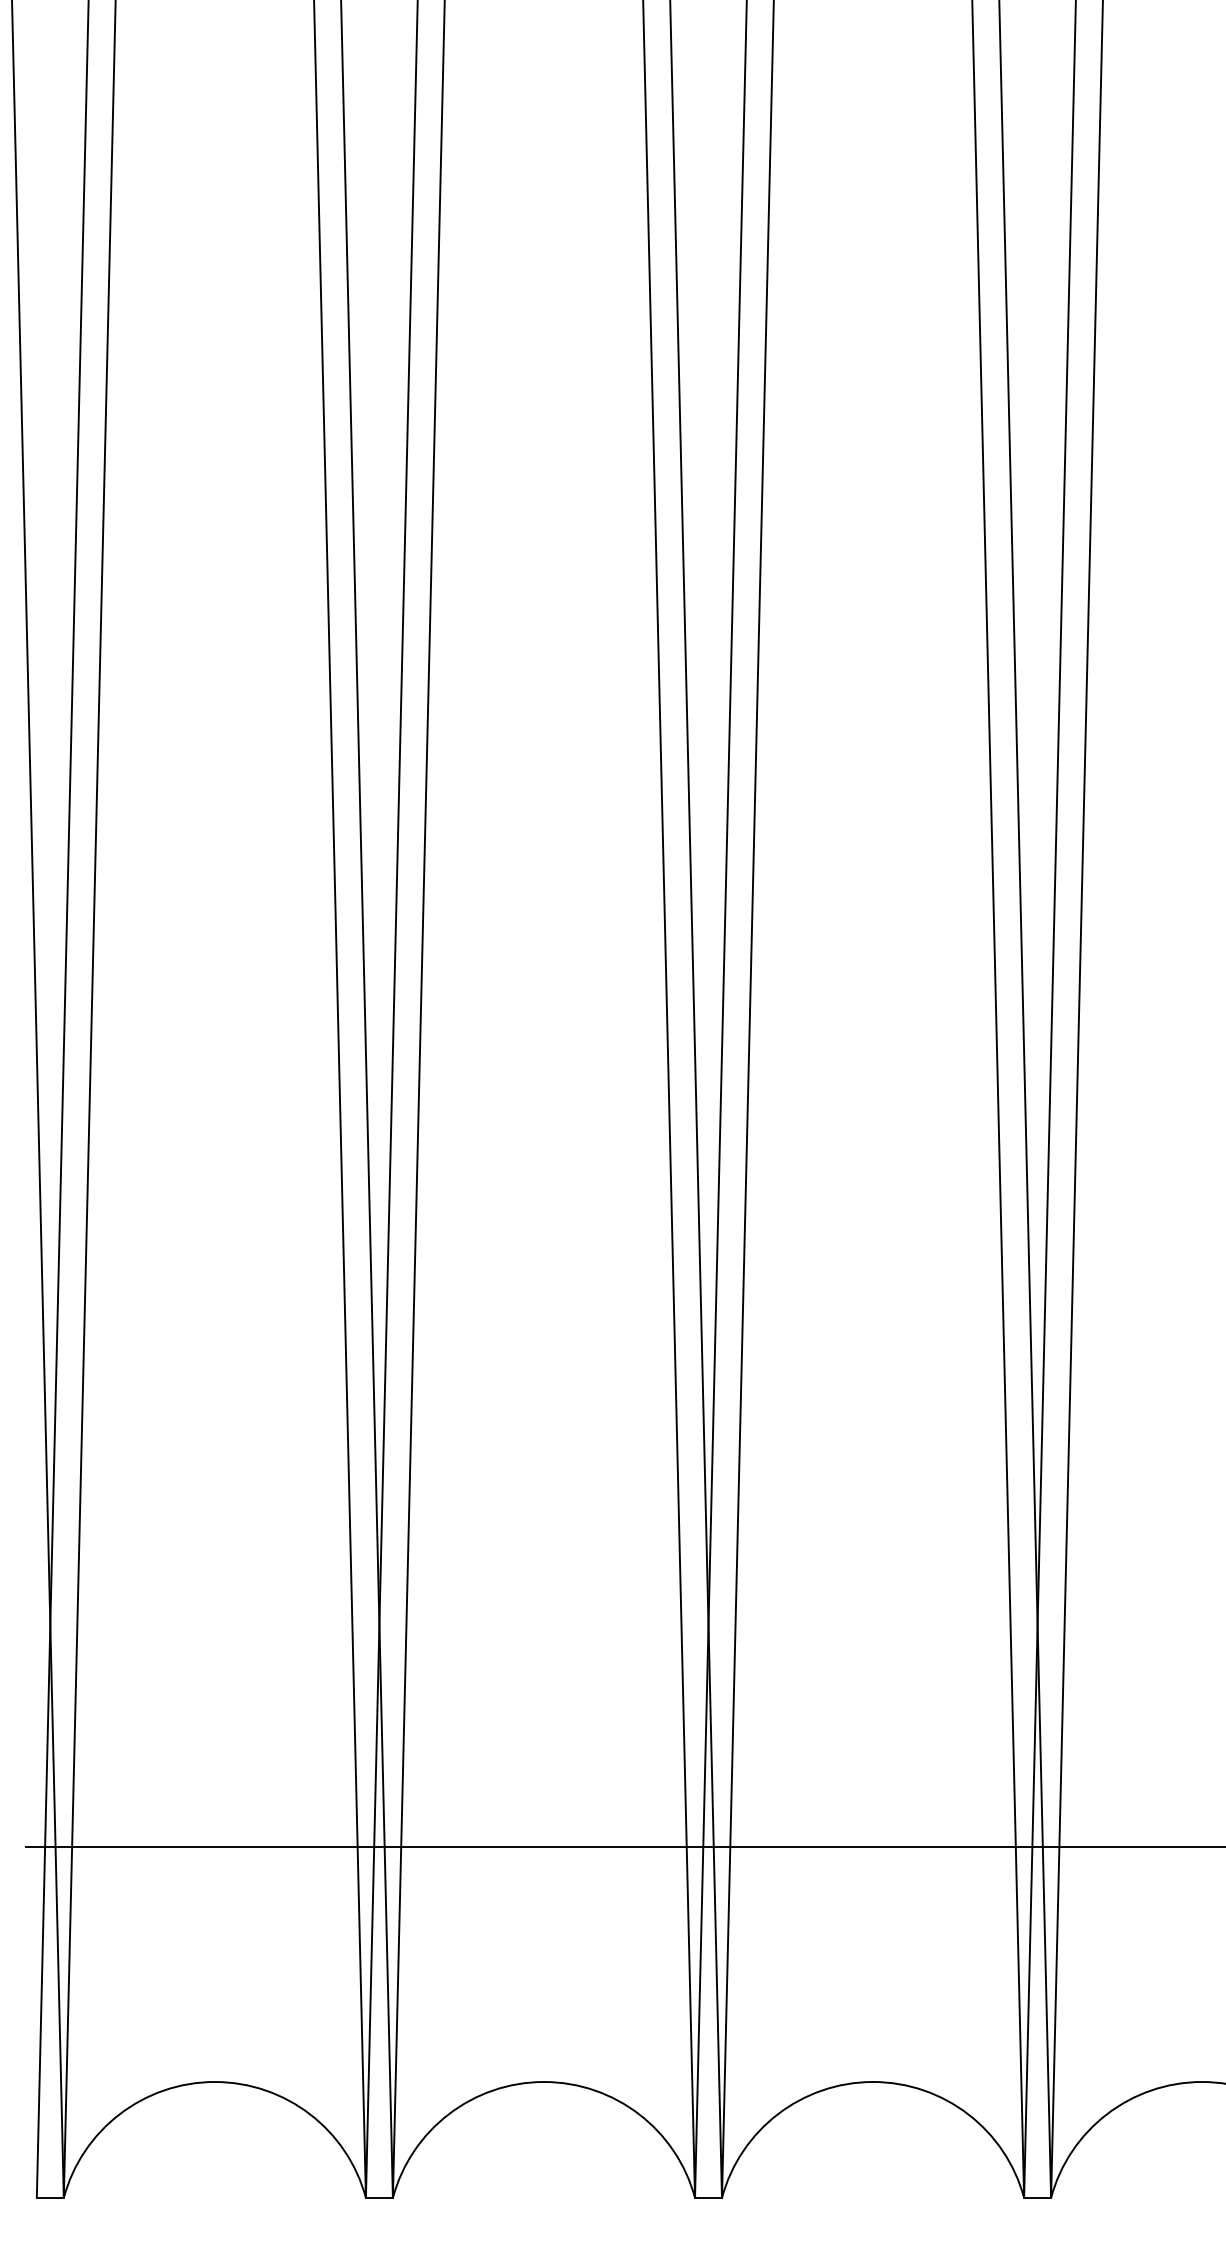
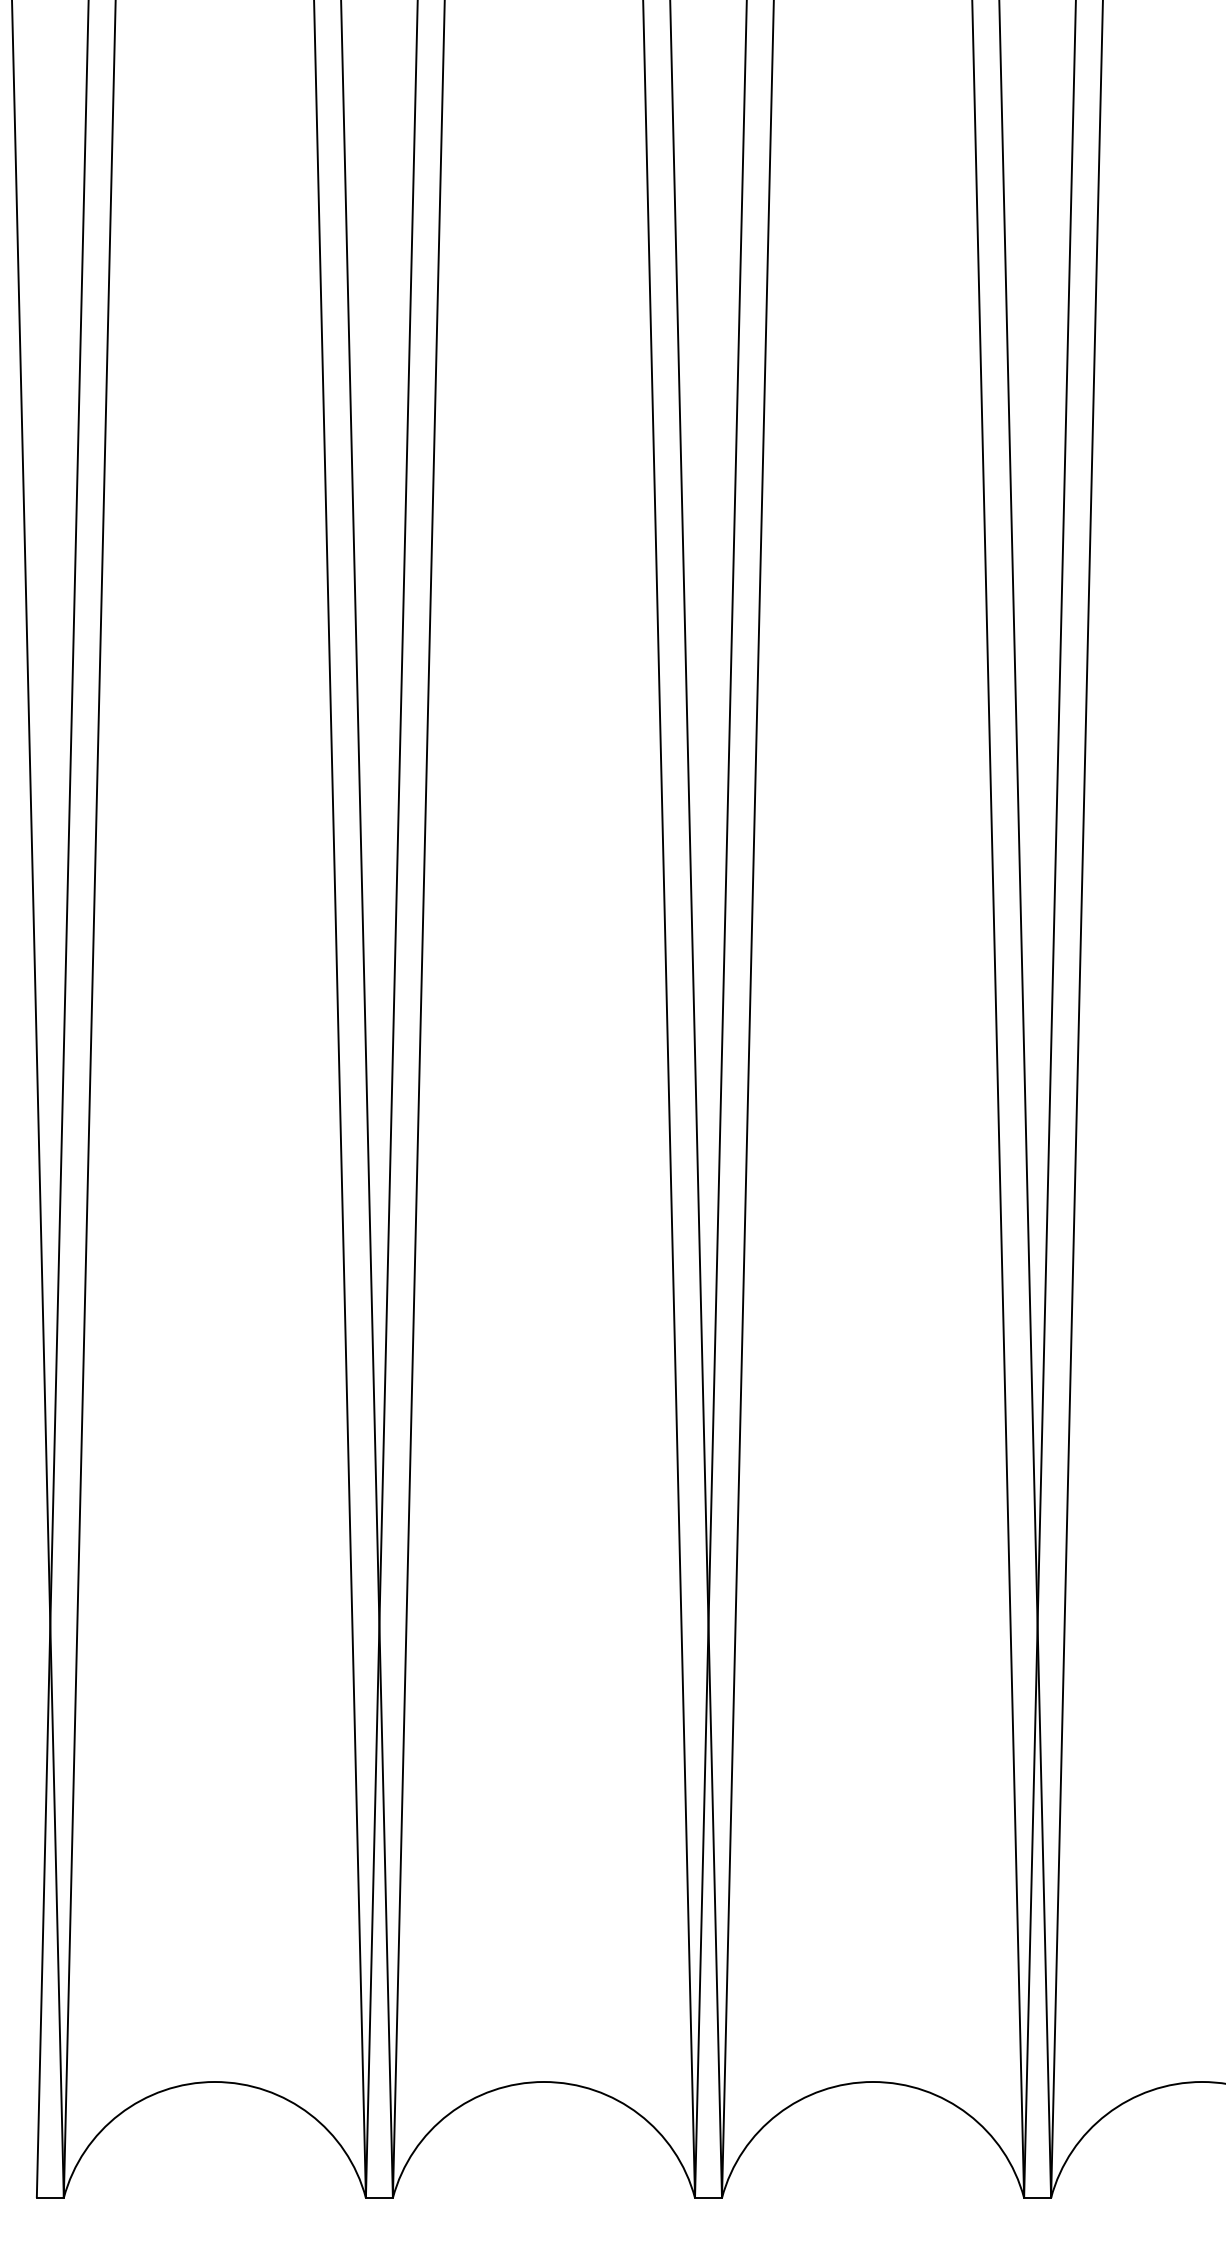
line at (623, 1847): present -> none
